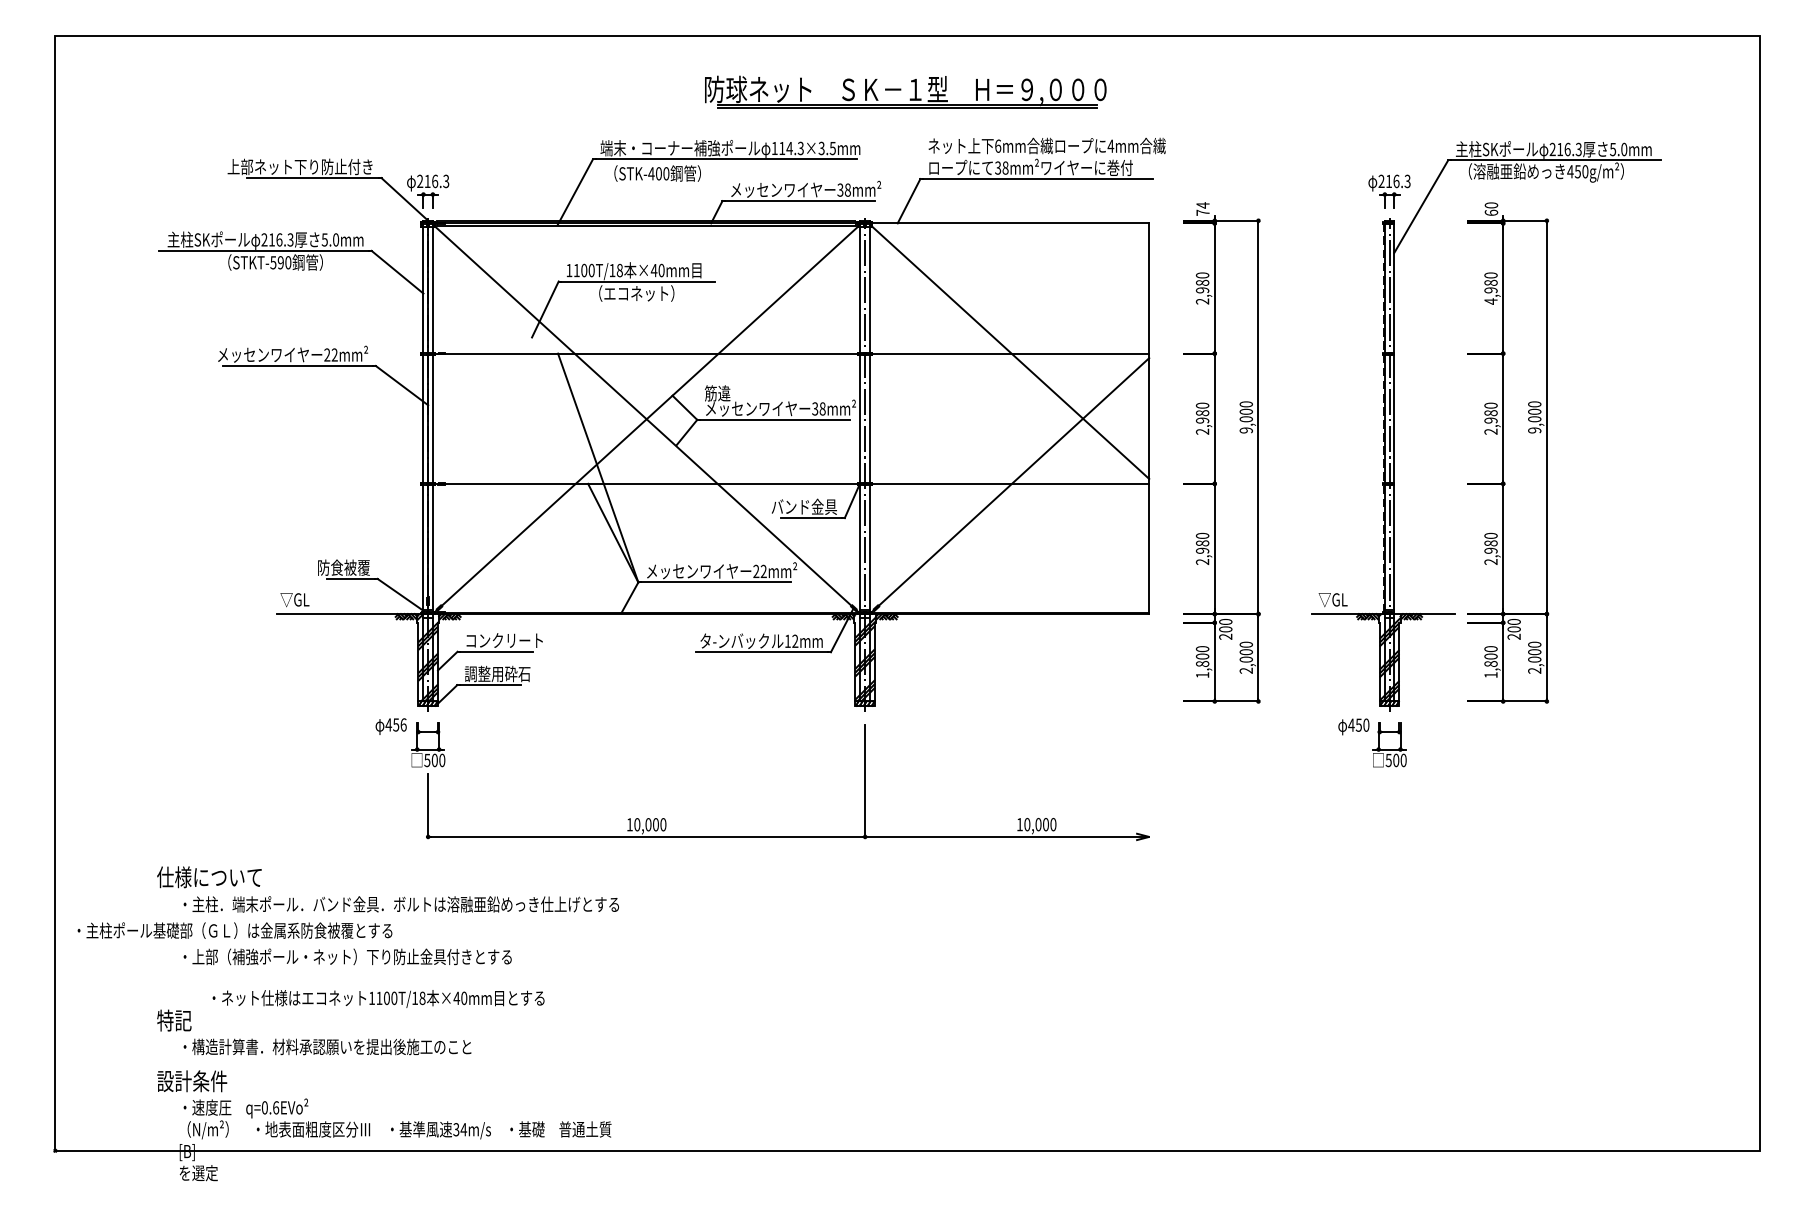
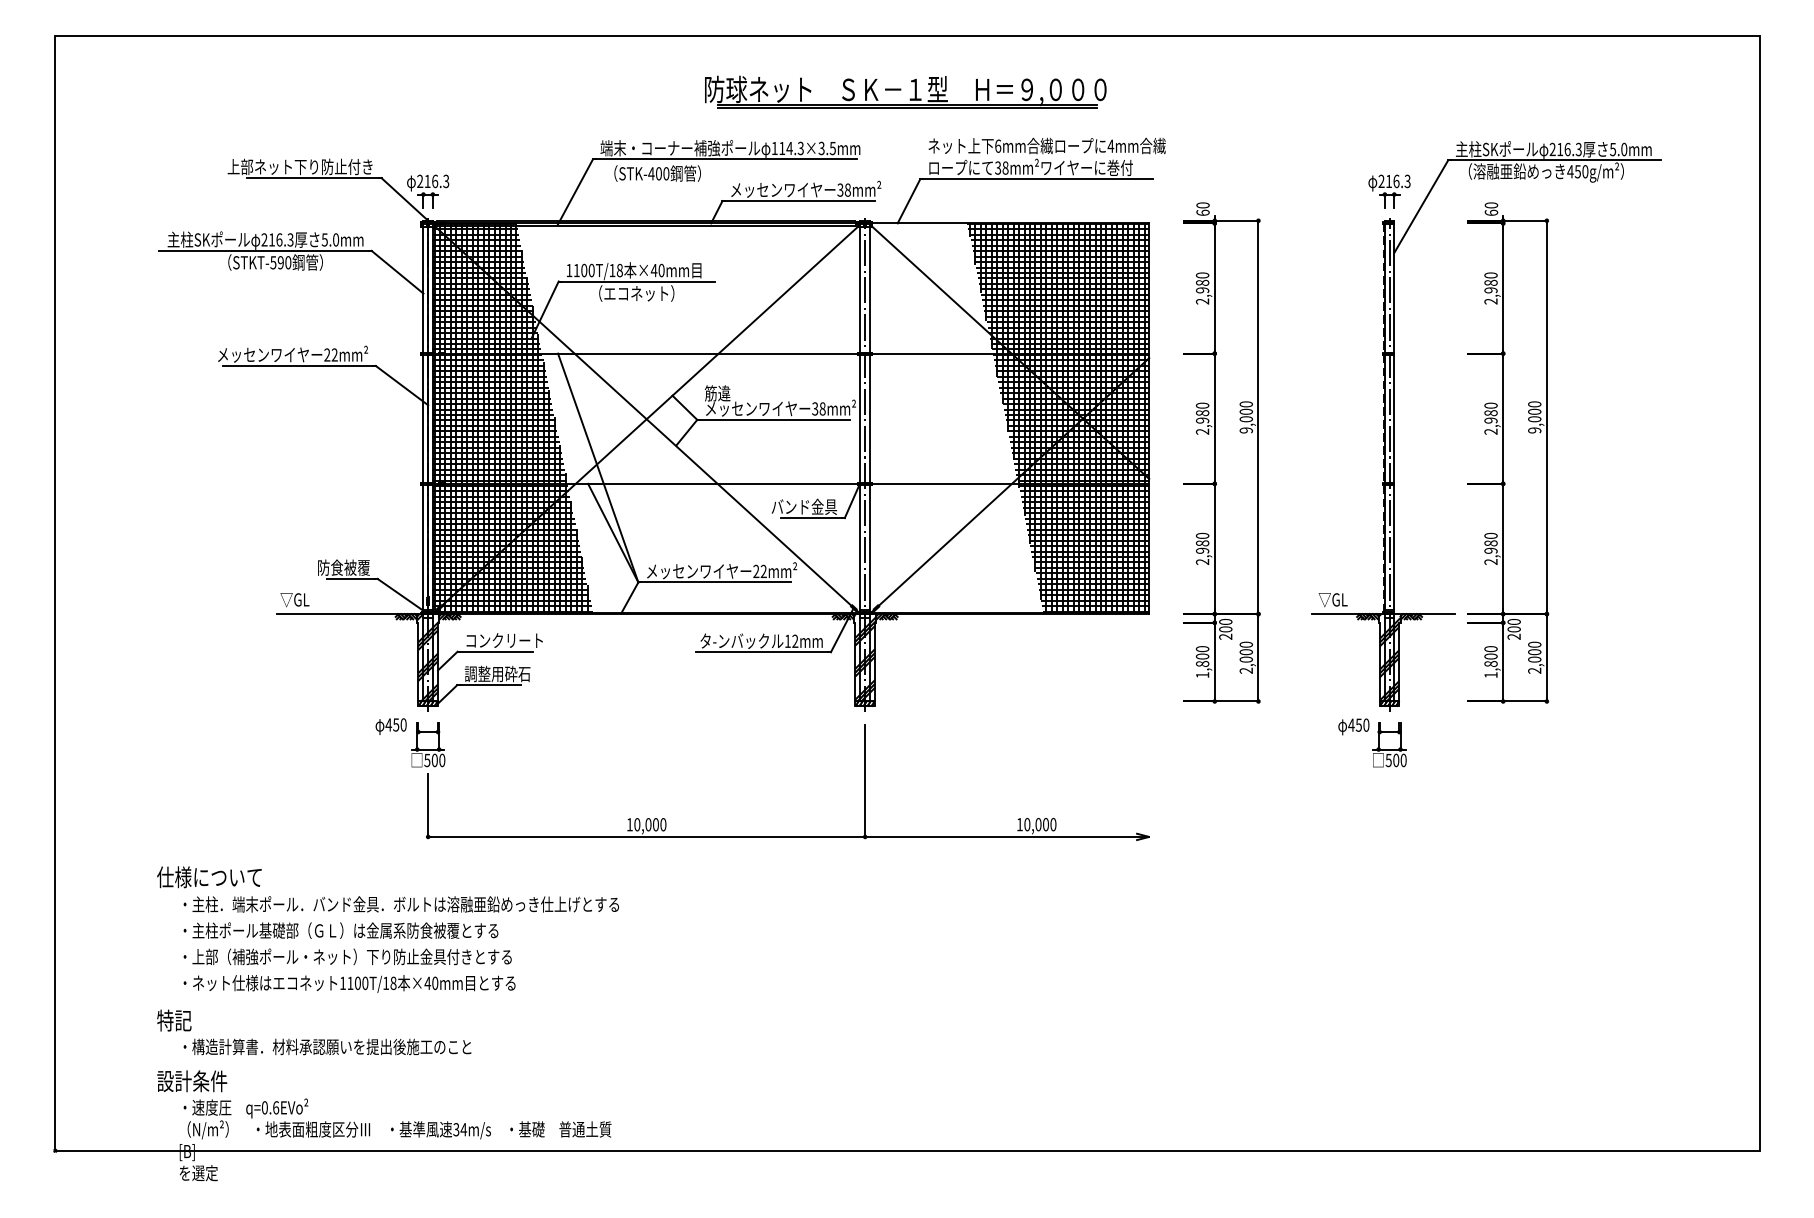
text at (1202, 208): 74 -> 60
text at (1490, 301): 4,980 -> 2,980
hatch at (512, 417): none -> present
hatch at (1058, 417): none -> present
text at (403, 724): 456 -> 450
text at (234, 930) position: (234, 930) -> (340, 930)
text at (378, 998) position: (378, 998) -> (349, 983)
